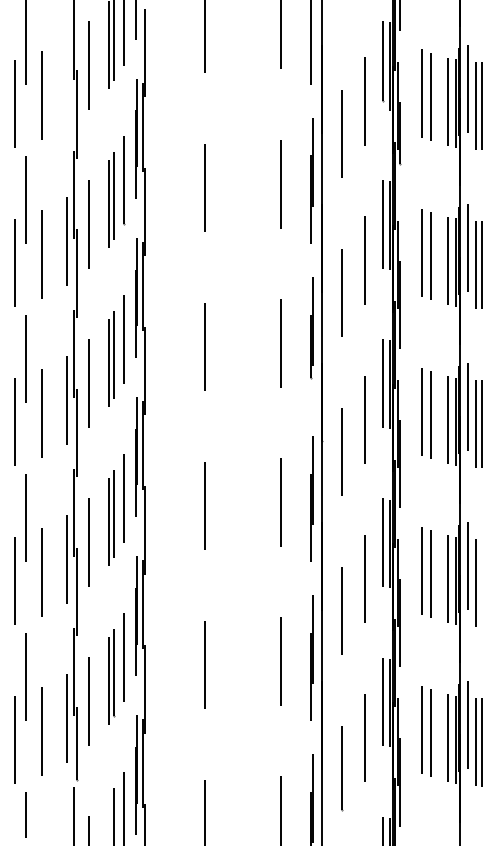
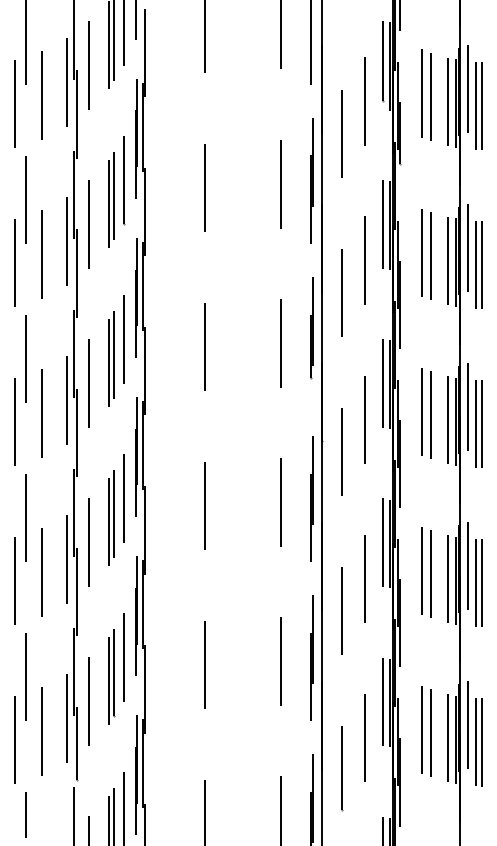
line at (66, 82): none -> present
line at (481, 583): none -> present
line at (108, 818): none -> present
